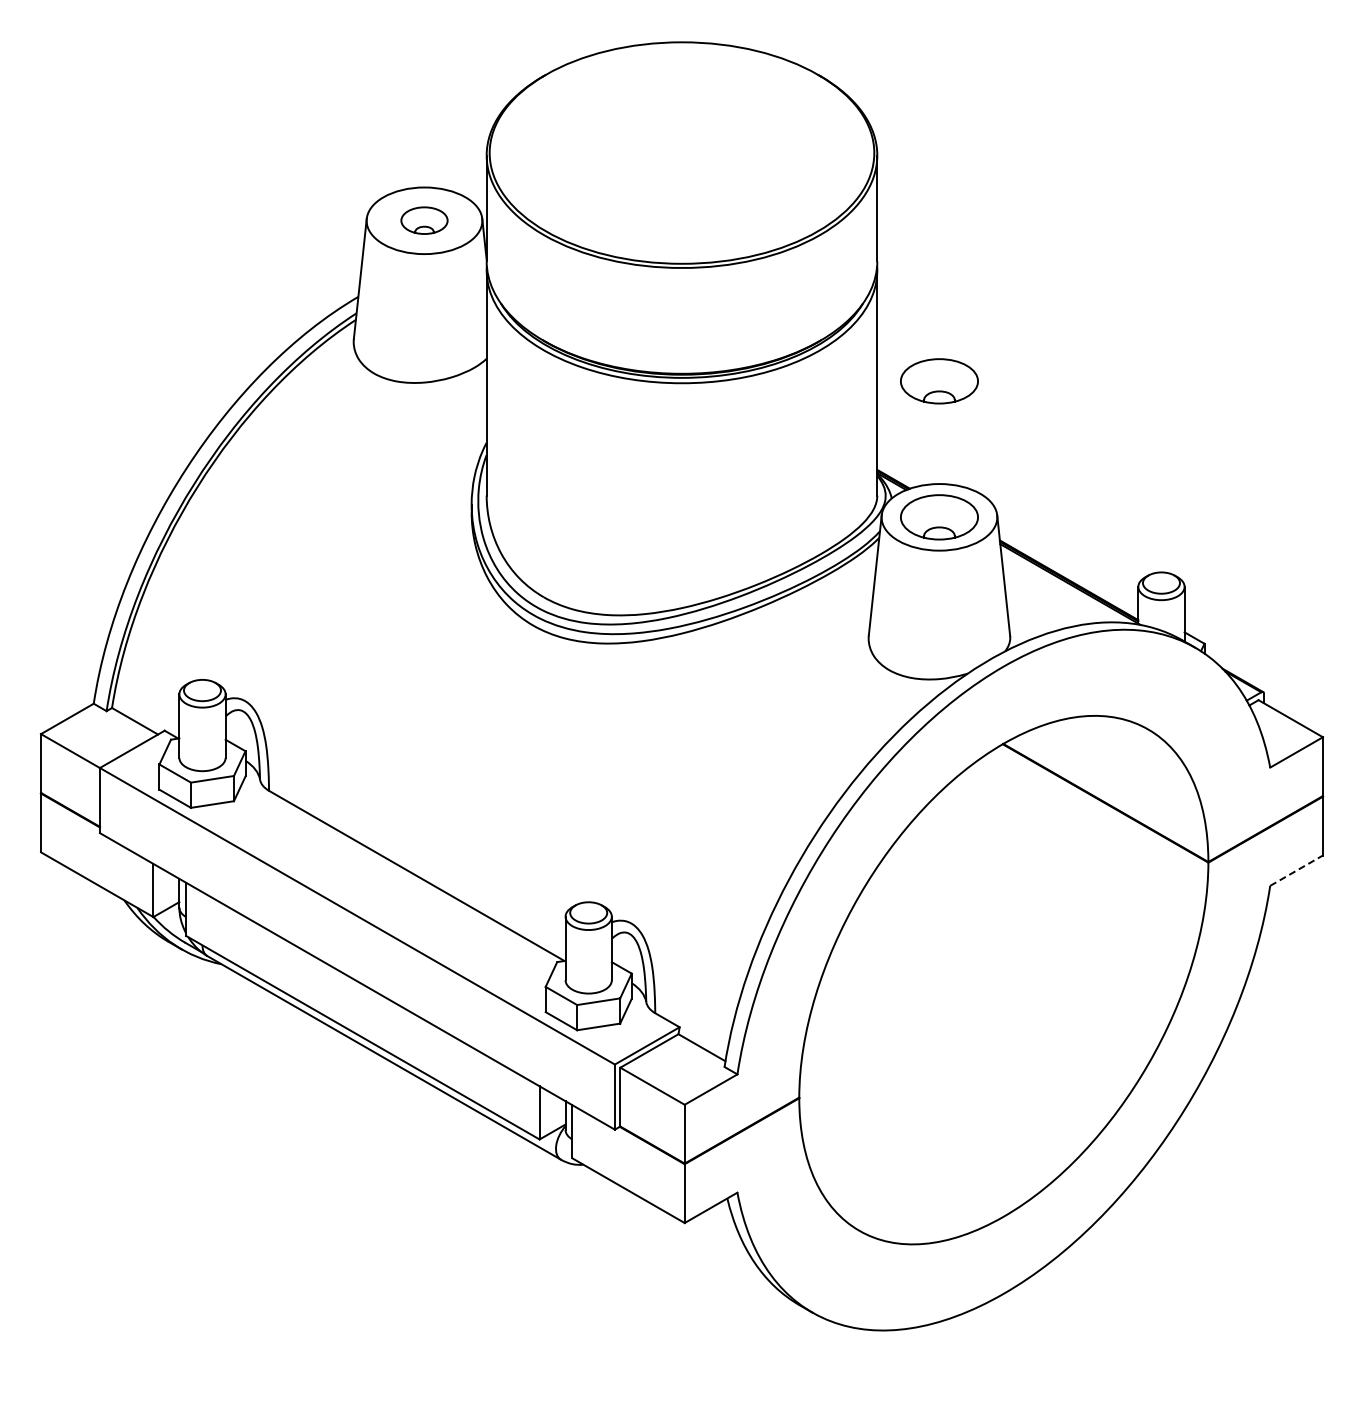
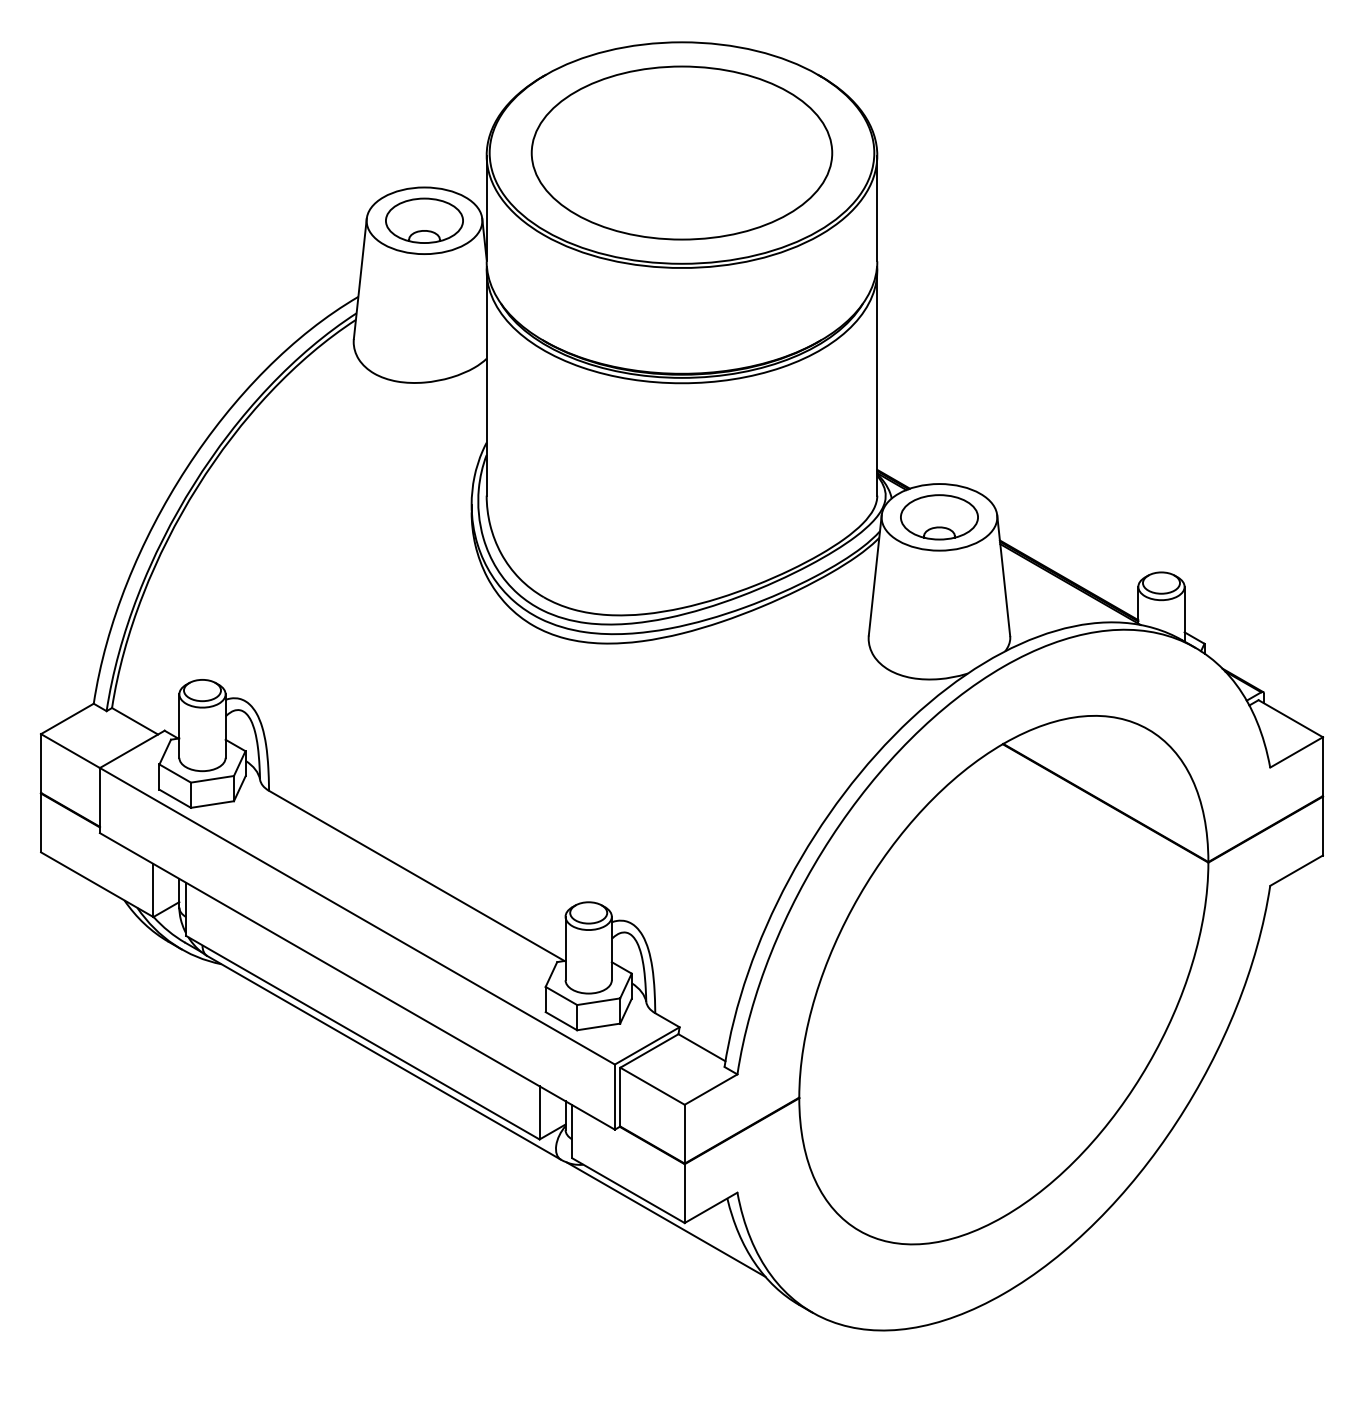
part at (681, 152): none -> present
part at (424, 220) size: 49x29 px -> 79x47 px
part at (939, 381): present -> none
line at (1297, 870): dashed -> solid
line at (665, 1219): none -> present
